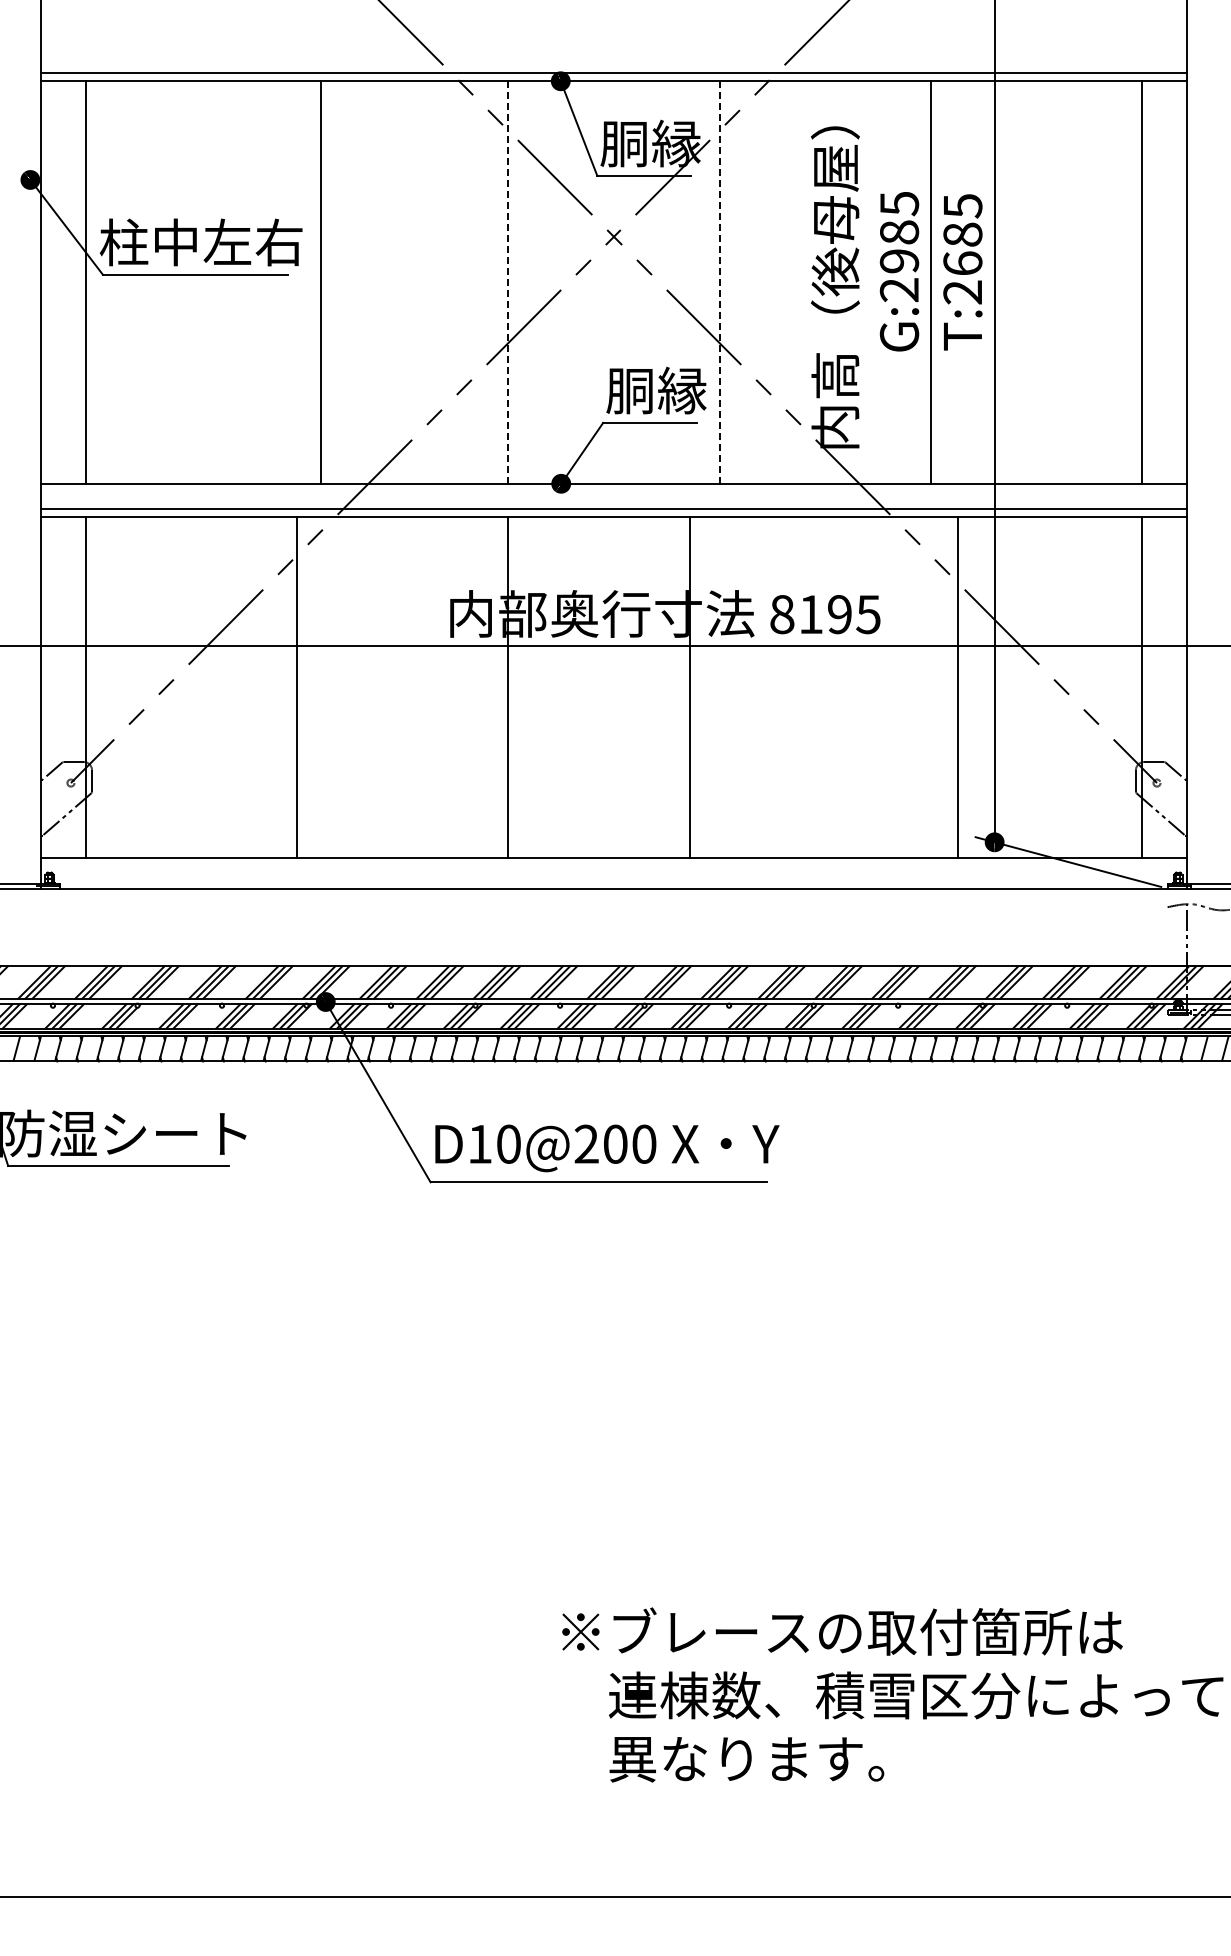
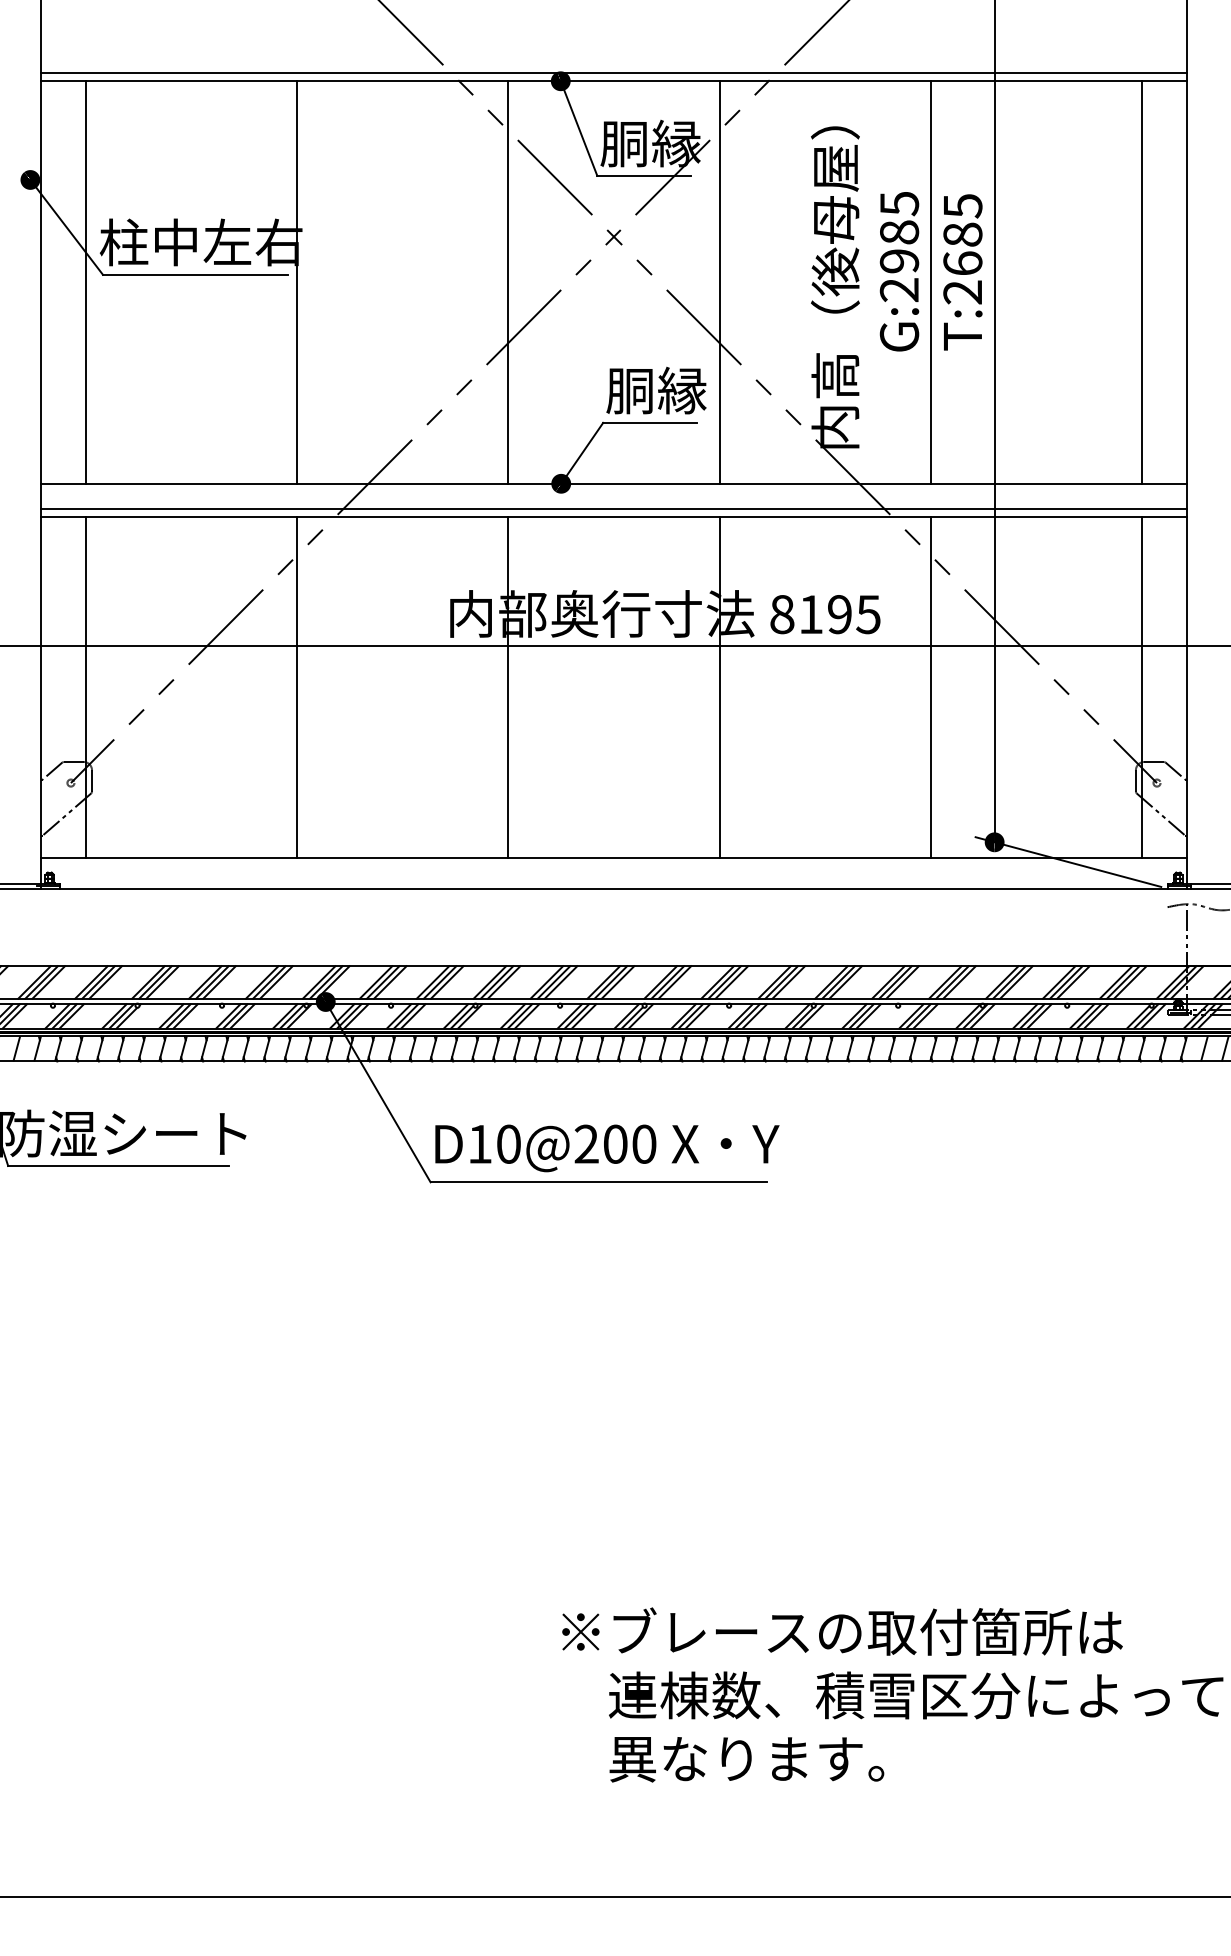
line at (321, 282) position: (321, 282) -> (297, 282)
line at (508, 283): dashed -> solid
line at (719, 283): dashed -> solid
line at (689, 687) position: (689, 687) -> (719, 687)
line at (957, 687) position: (957, 687) -> (930, 687)
